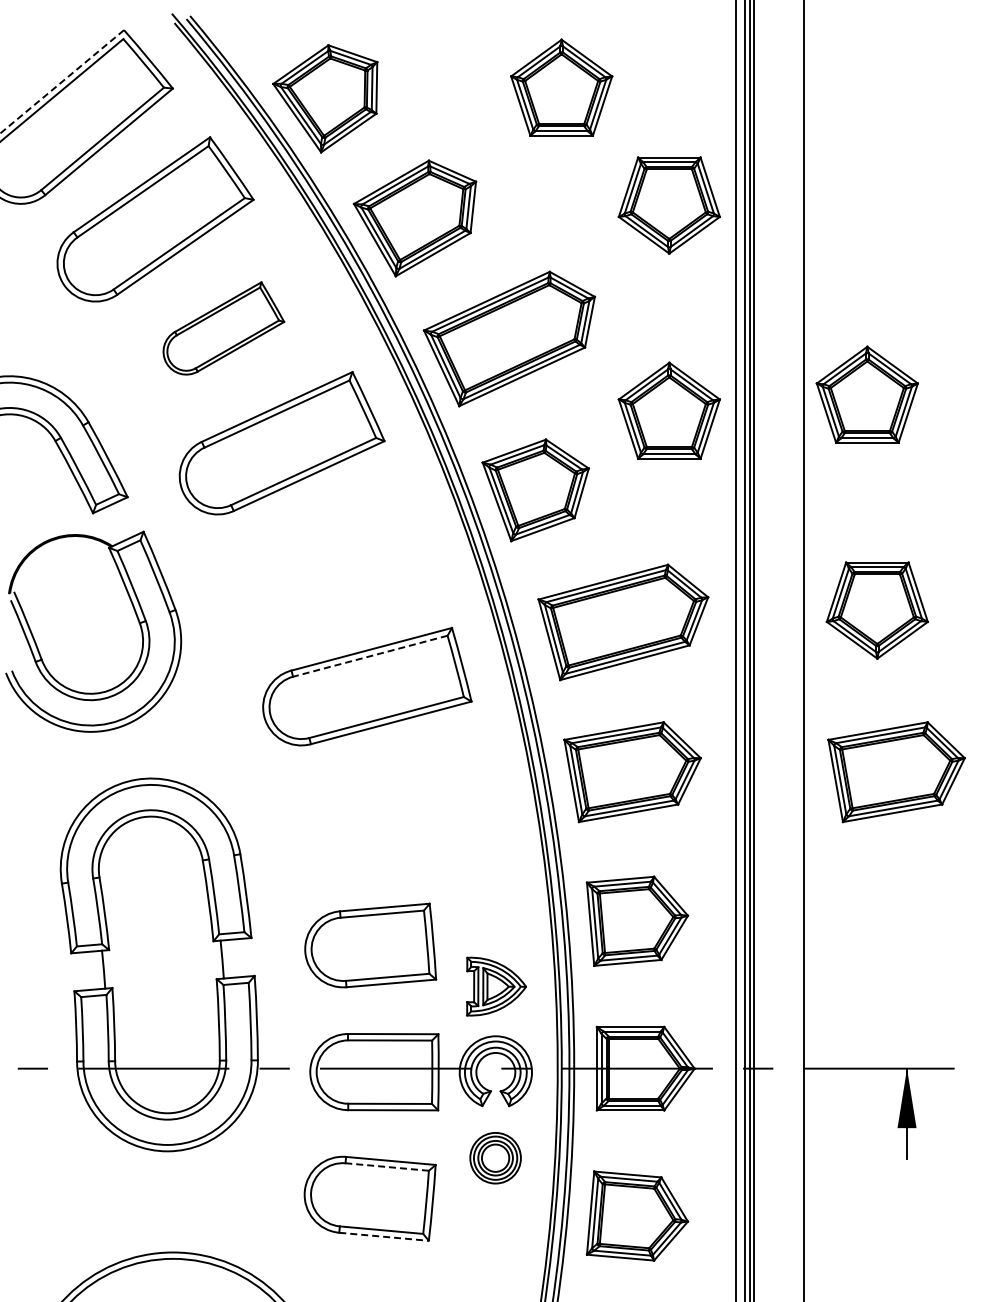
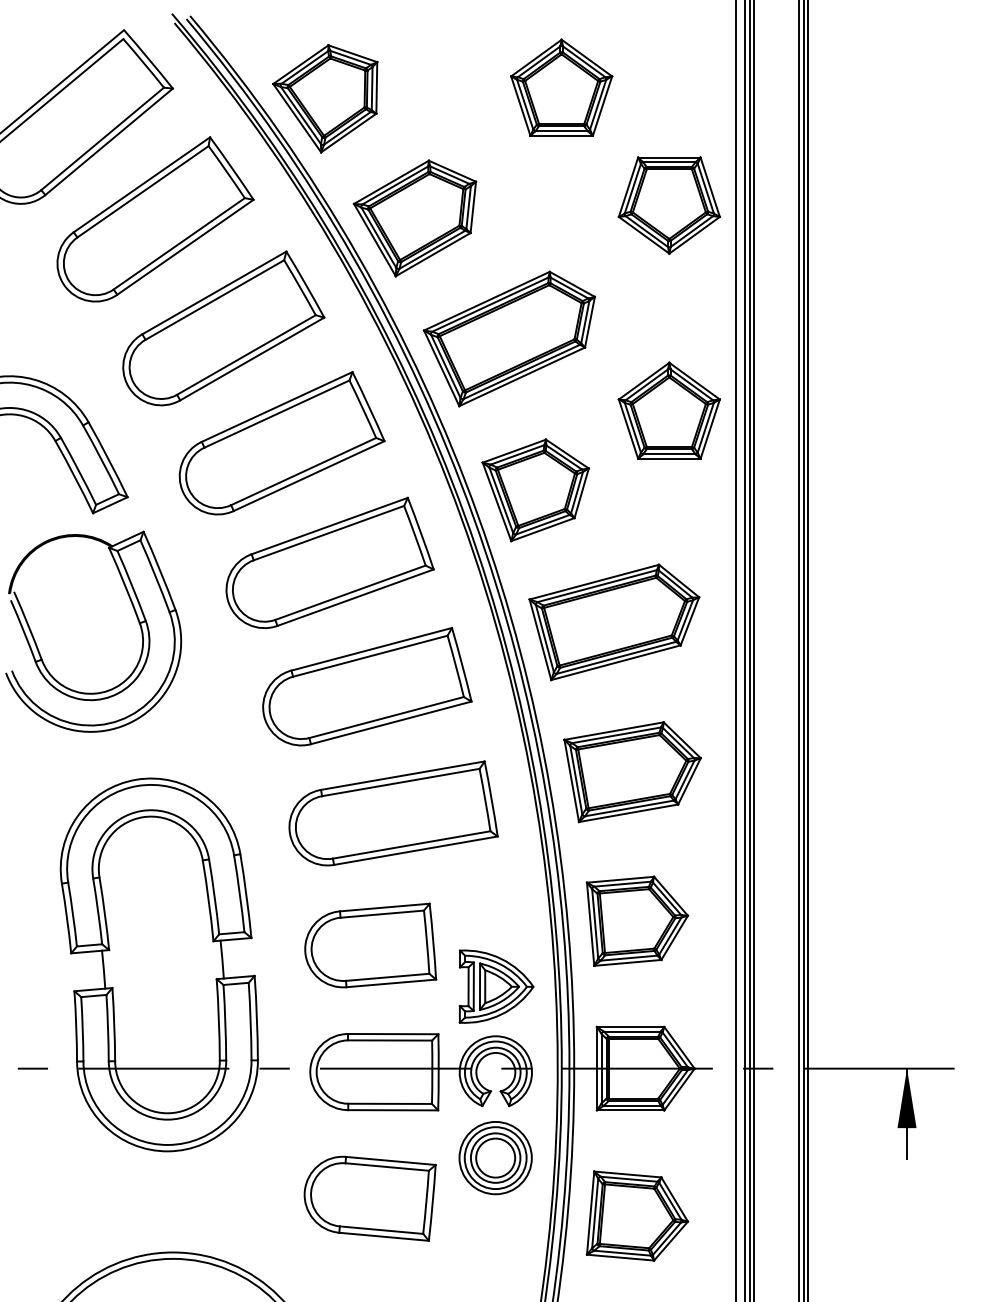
line at (62, 81): dashed -> solid
part at (223, 328) size: 124x95 px -> 204x157 px
part at (866, 394): present -> none
part at (329, 562): none -> present
part at (876, 610): present -> none
part at (623, 622) position: (623, 622) -> (614, 622)
line at (798, 650): none -> present
line at (807, 650): none -> present
line at (370, 656): dashed -> solid
part at (896, 772): present -> none
part at (393, 813): none -> present
part at (496, 986) size: 61x61 px -> 77x75 px
part at (495, 1158) size: 53x53 px -> 75x75 px
line at (387, 1167): dashed -> solid
line at (384, 1236): dashed -> solid
